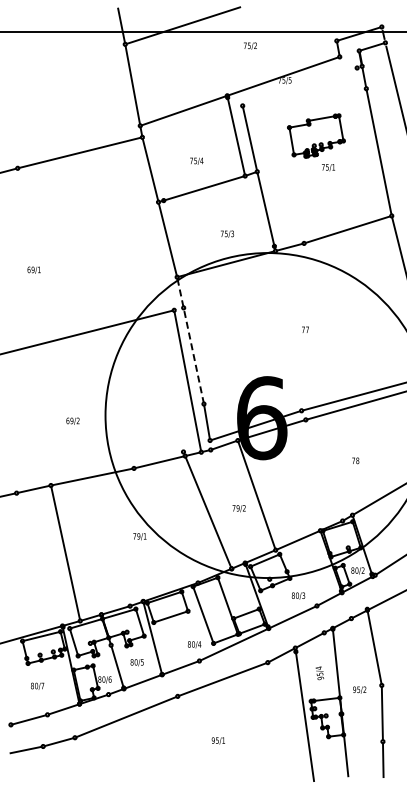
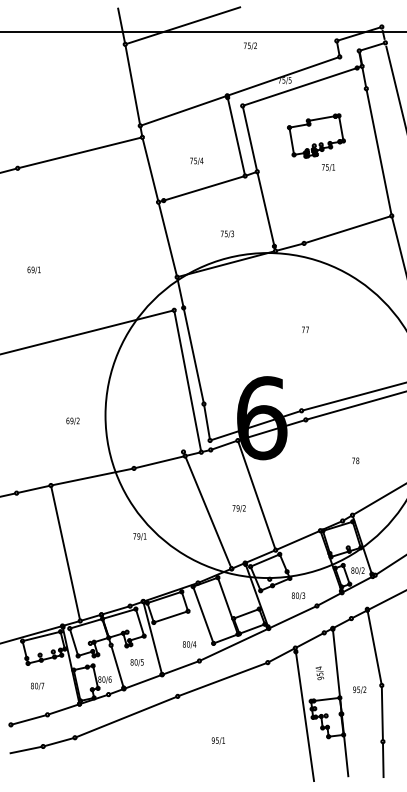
line at (302, 85): none -> present
line at (190, 341): dashed -> solid
text at (194, 644) position: (194, 644) -> (189, 644)
